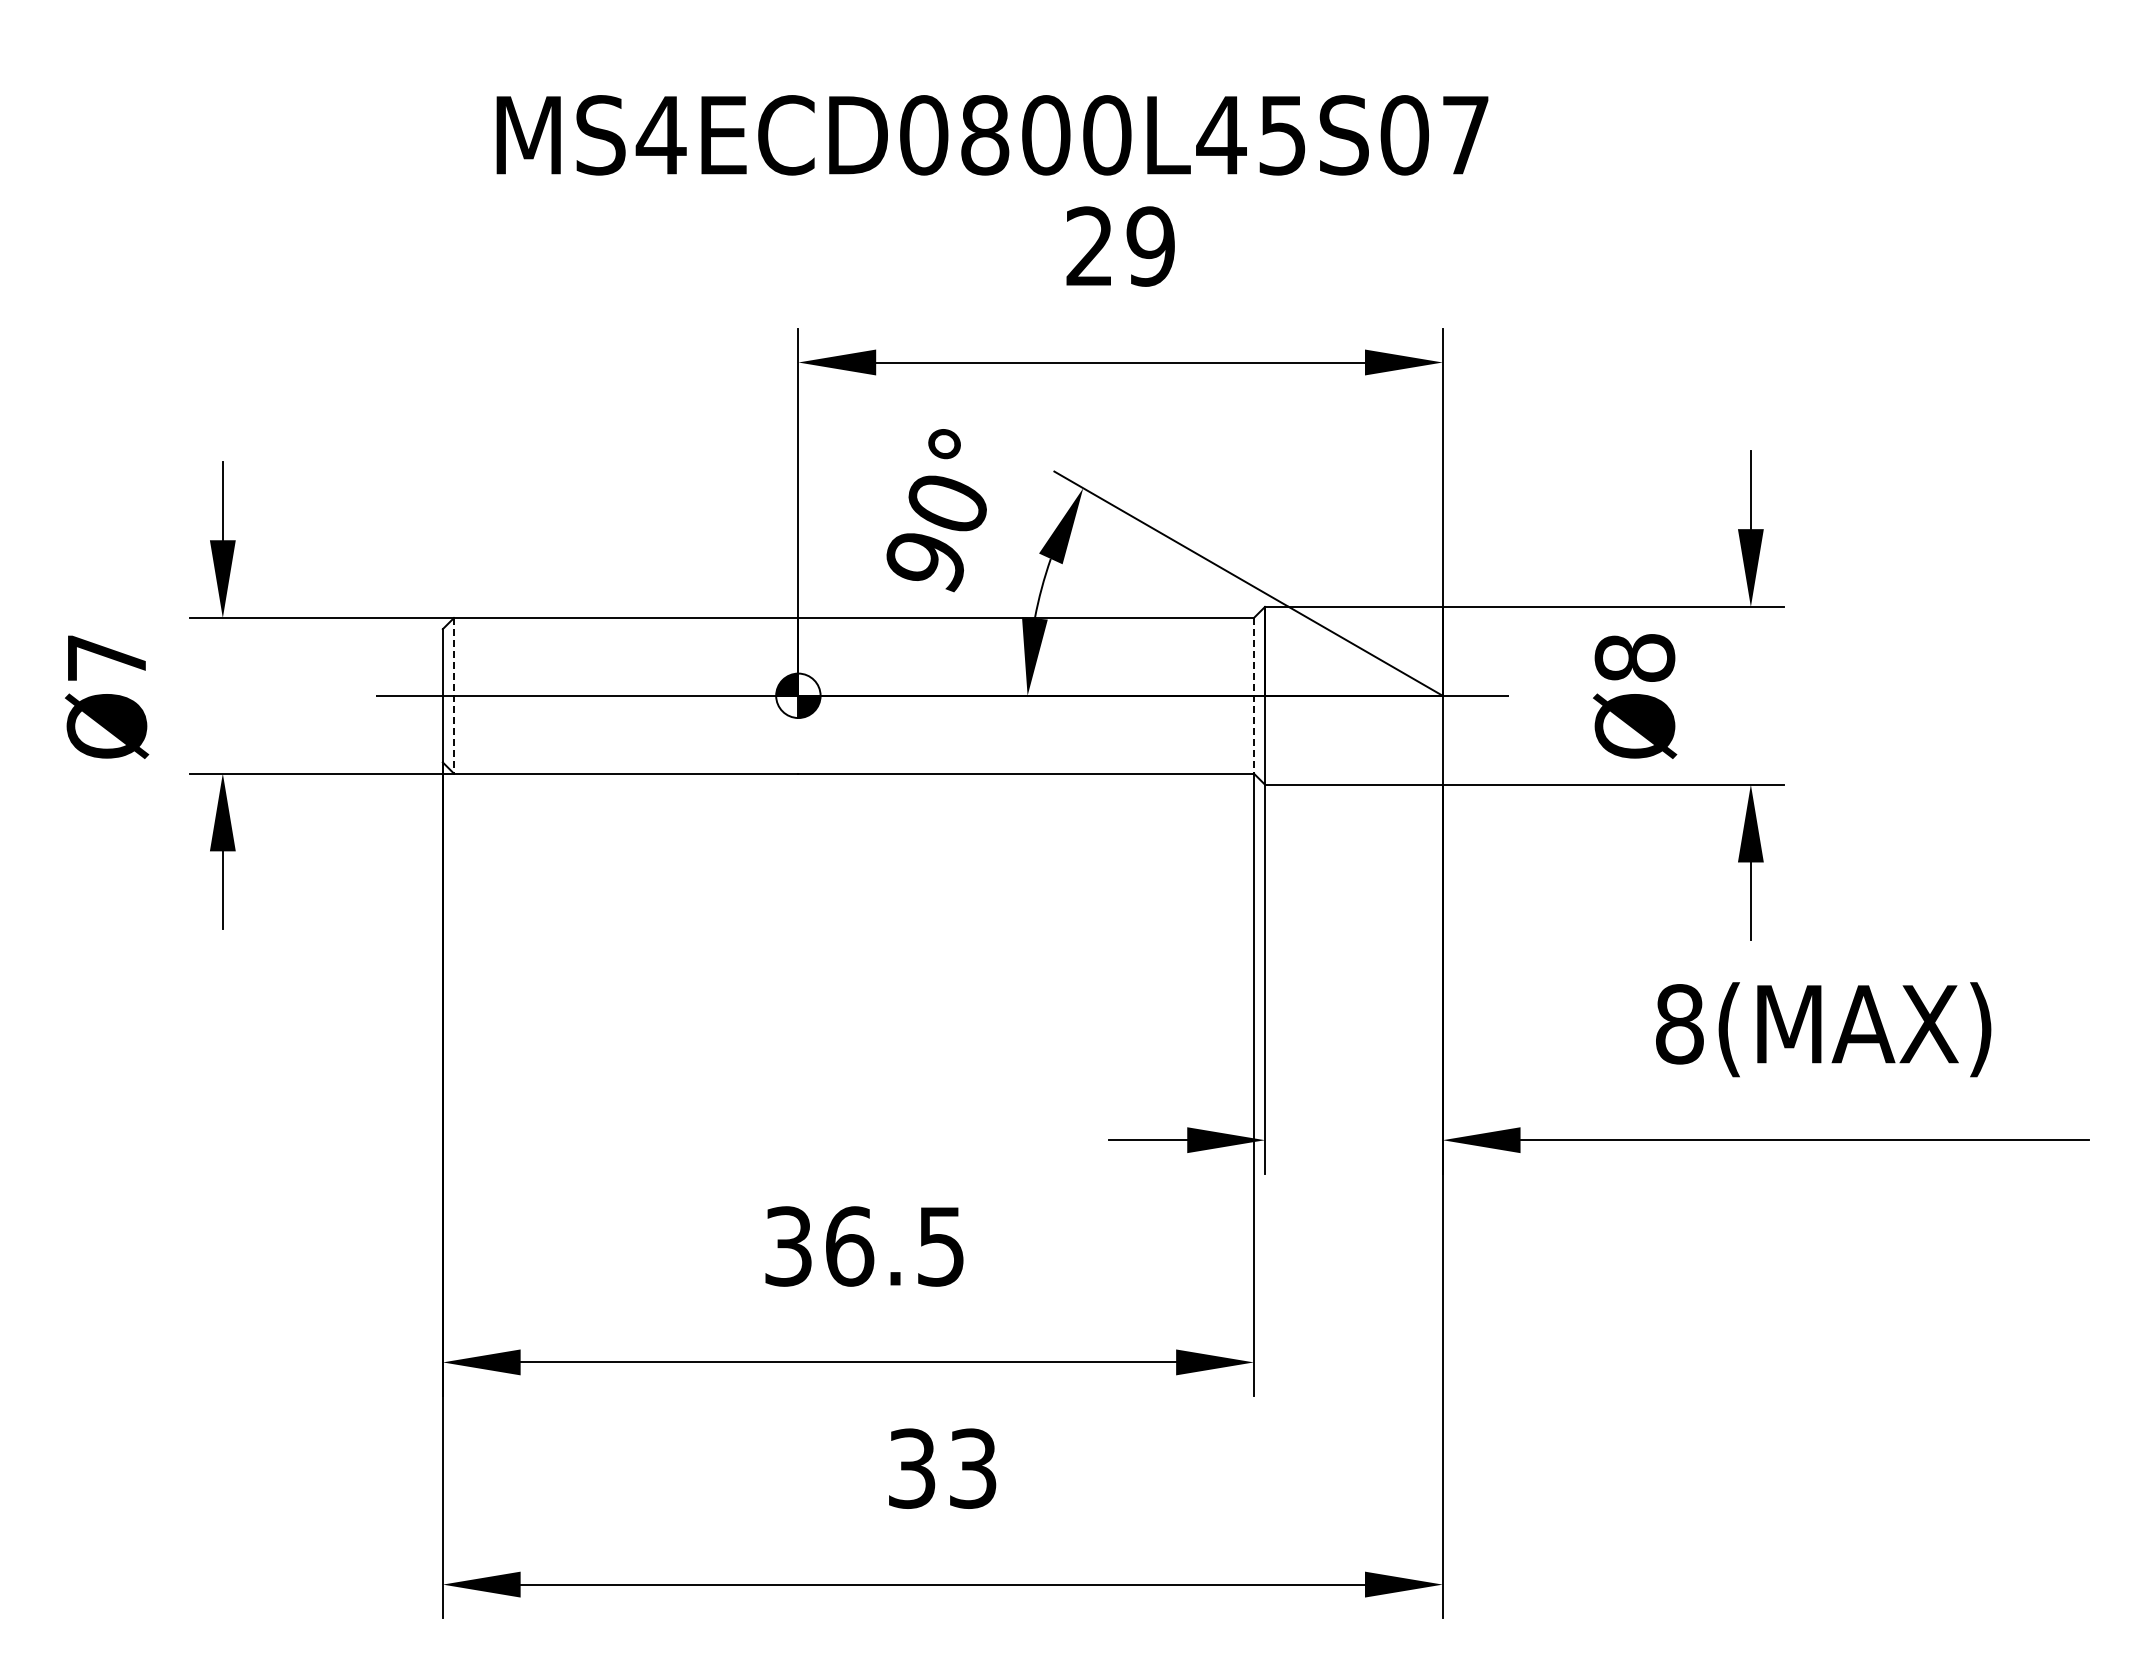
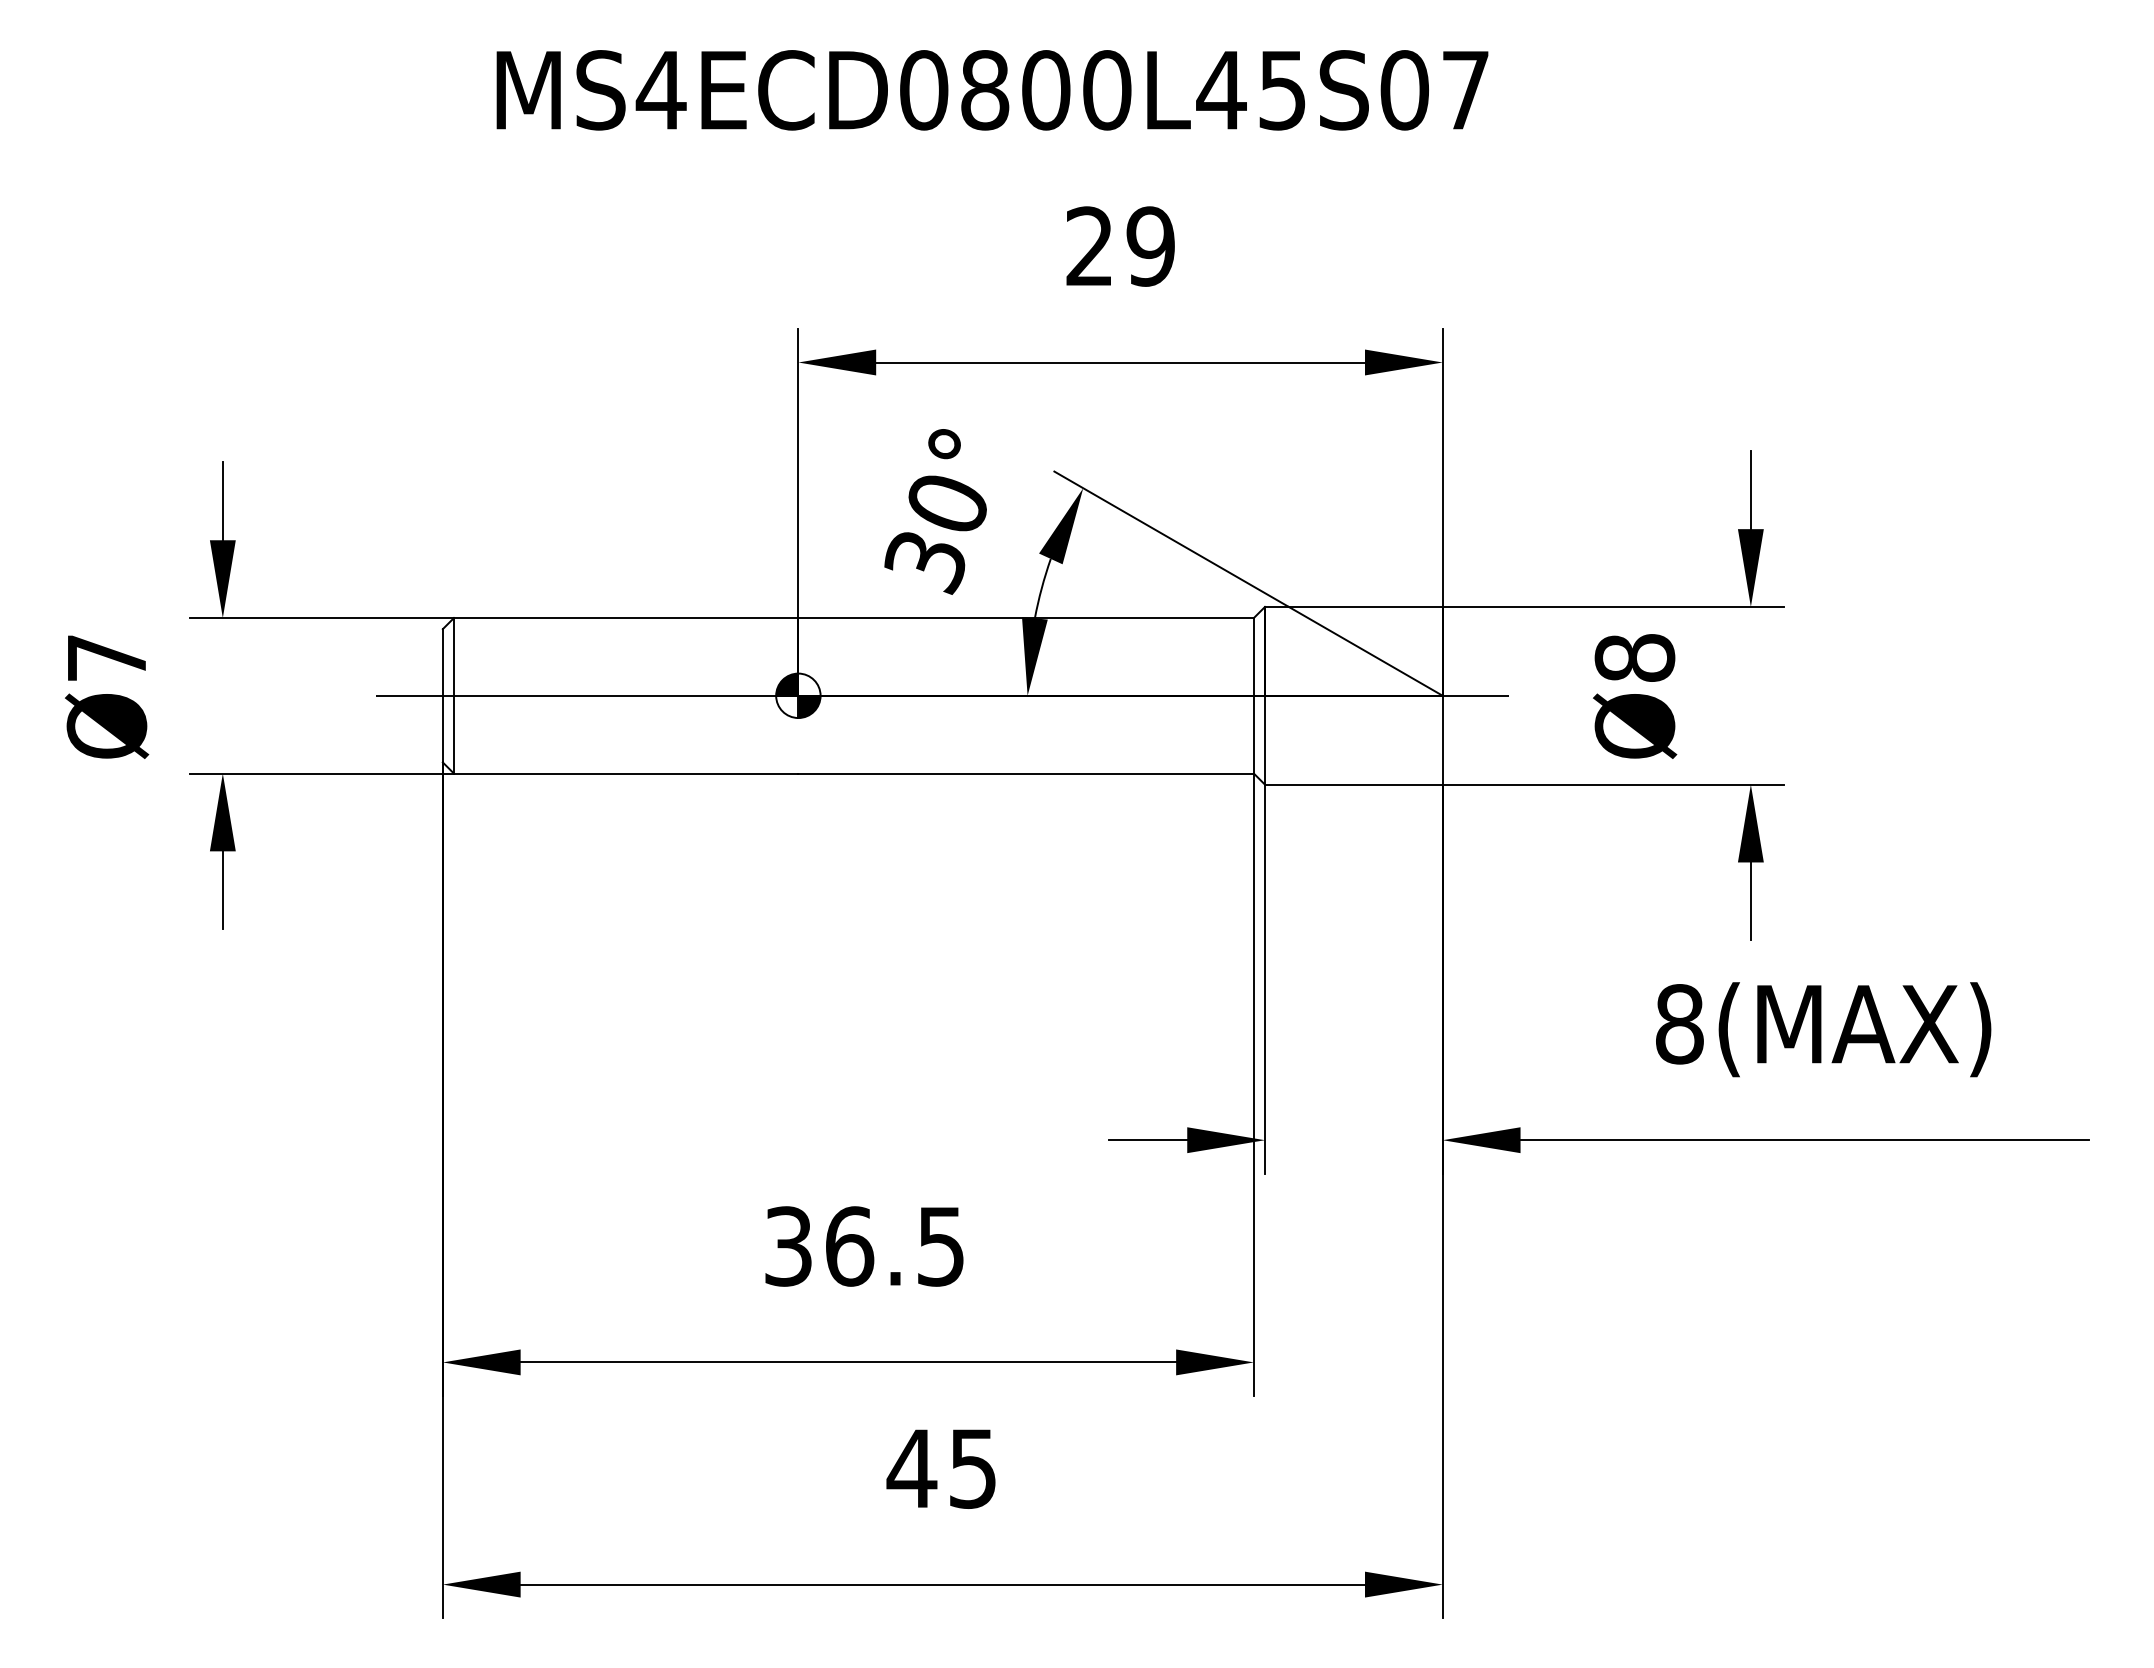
text at (992, 135) position: (992, 135) -> (992, 90)
text at (924, 563): 90° -> 30°
line at (453, 695): dashed -> solid
line at (1253, 695): dashed -> solid
text at (941, 1468): 33 -> 45
